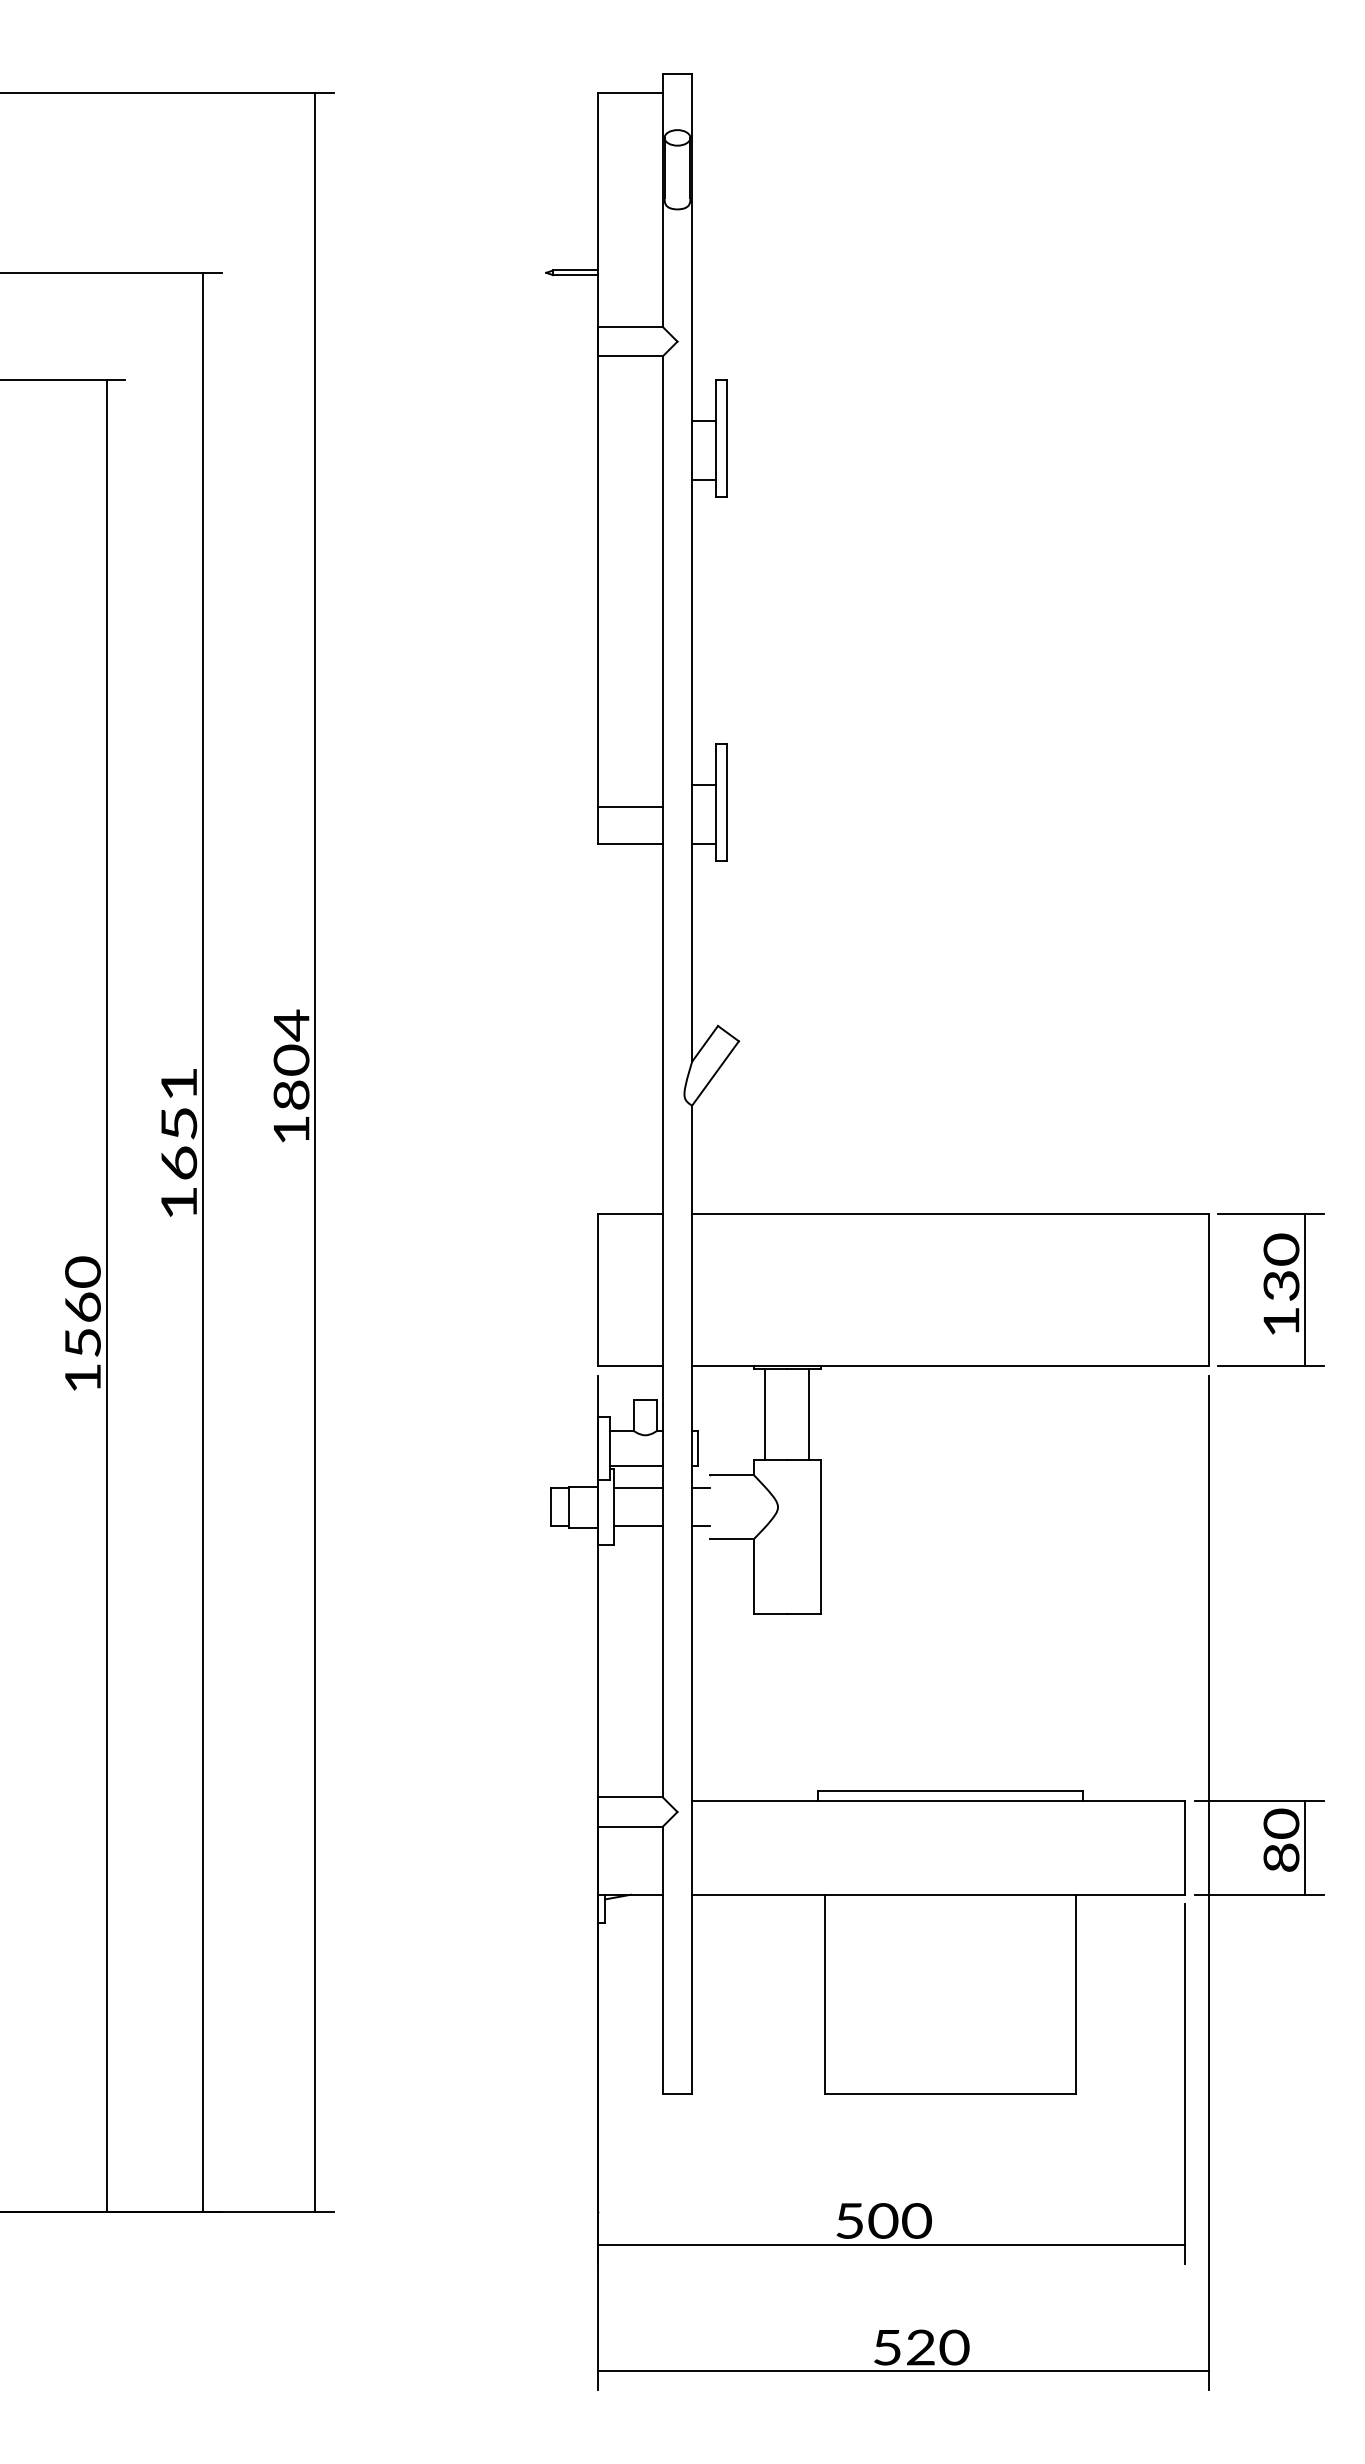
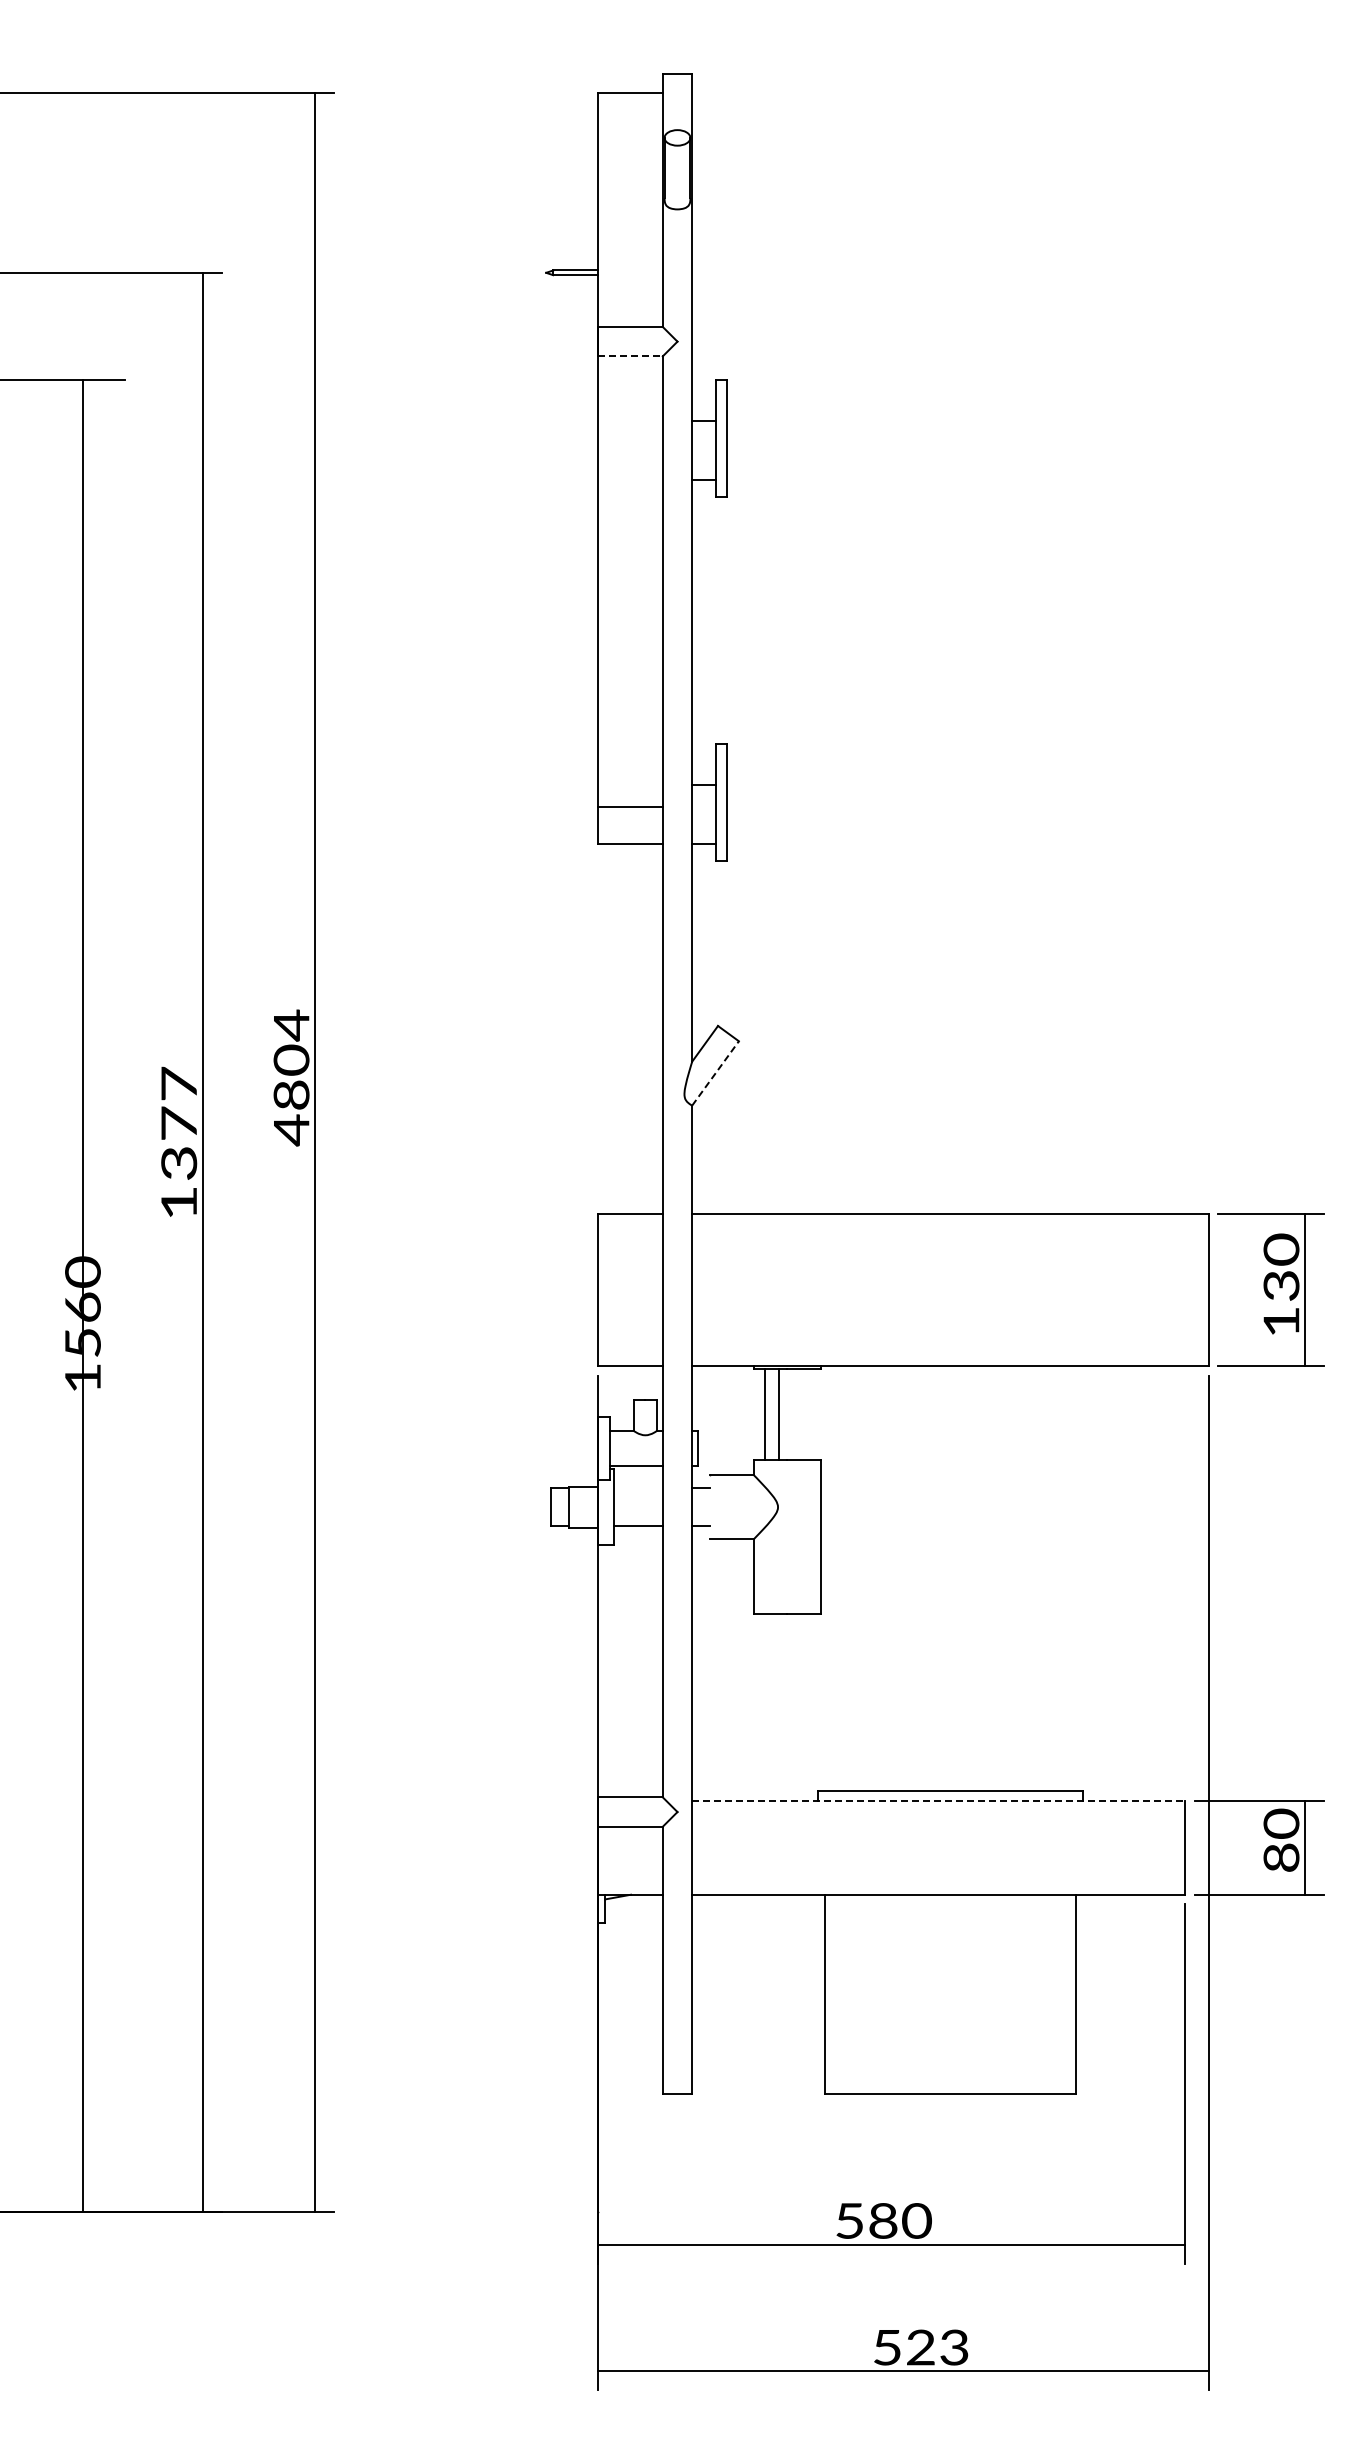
line at (631, 356): solid -> dashed
line at (715, 1073): solid -> dashed
text at (179, 1122): 1651 -> 1377
text at (291, 1130): 1804 -> 4804
line at (106, 1295) position: (106, 1295) -> (82, 1295)
line at (809, 1414) position: (809, 1414) -> (779, 1414)
line at (638, 1488): present -> none
line at (938, 1800): solid -> dashed
text at (883, 2221): 500 -> 580
text at (954, 2347): 520 -> 523
